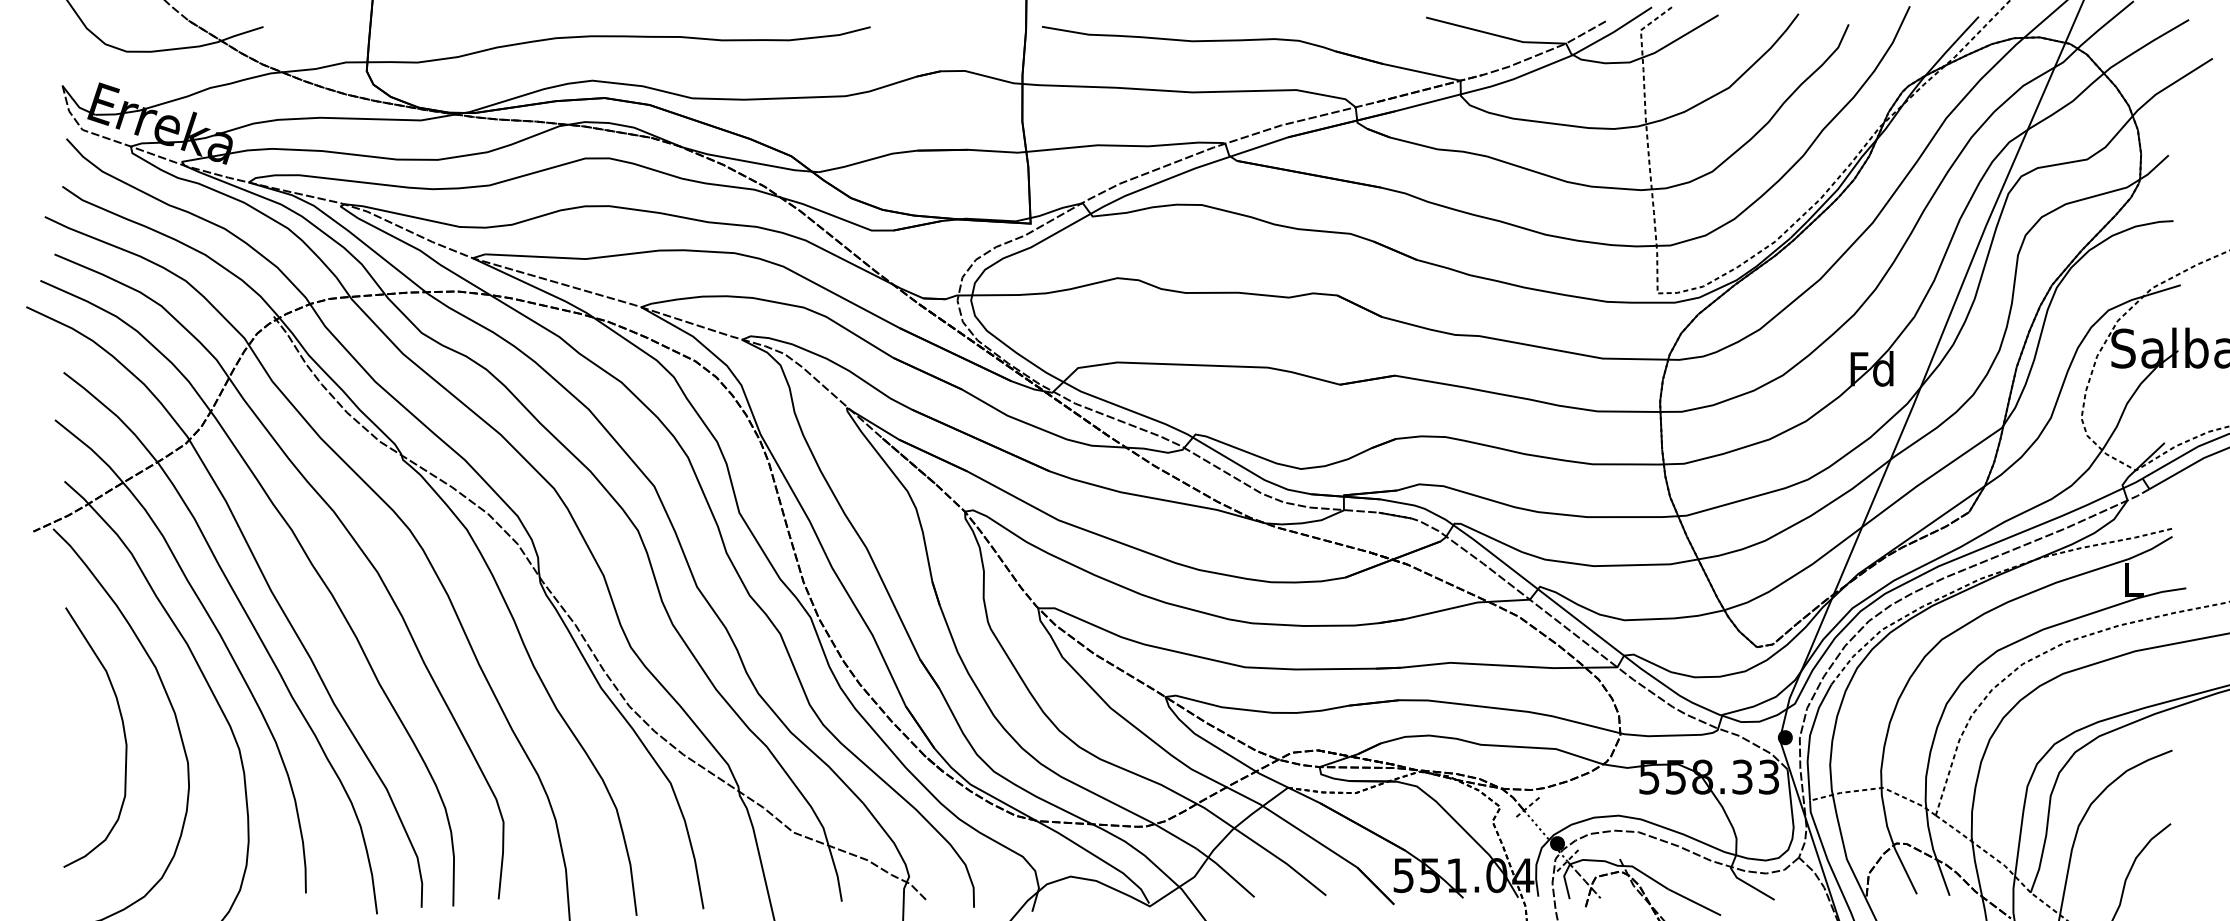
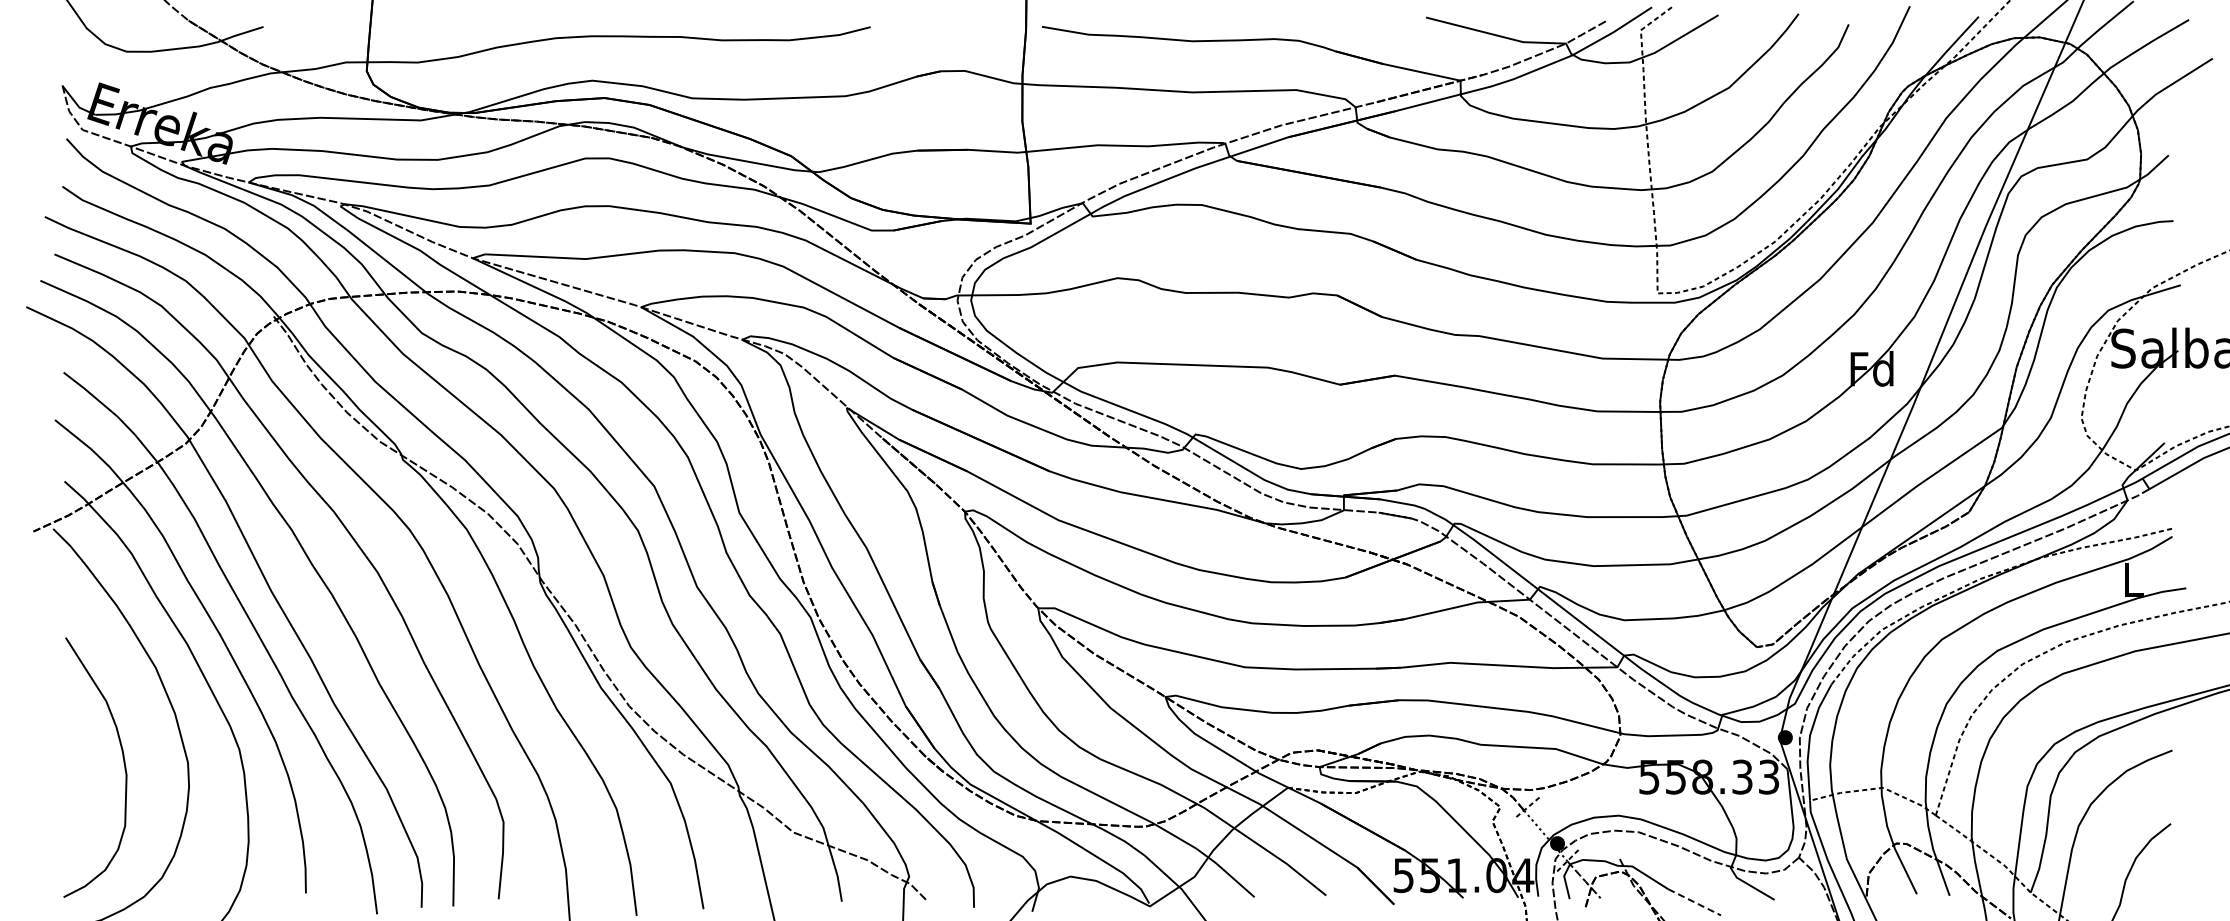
curve at (123, 733) position: (123, 733) -> (123, 763)
line at (1695, 902): solid -> dashed
